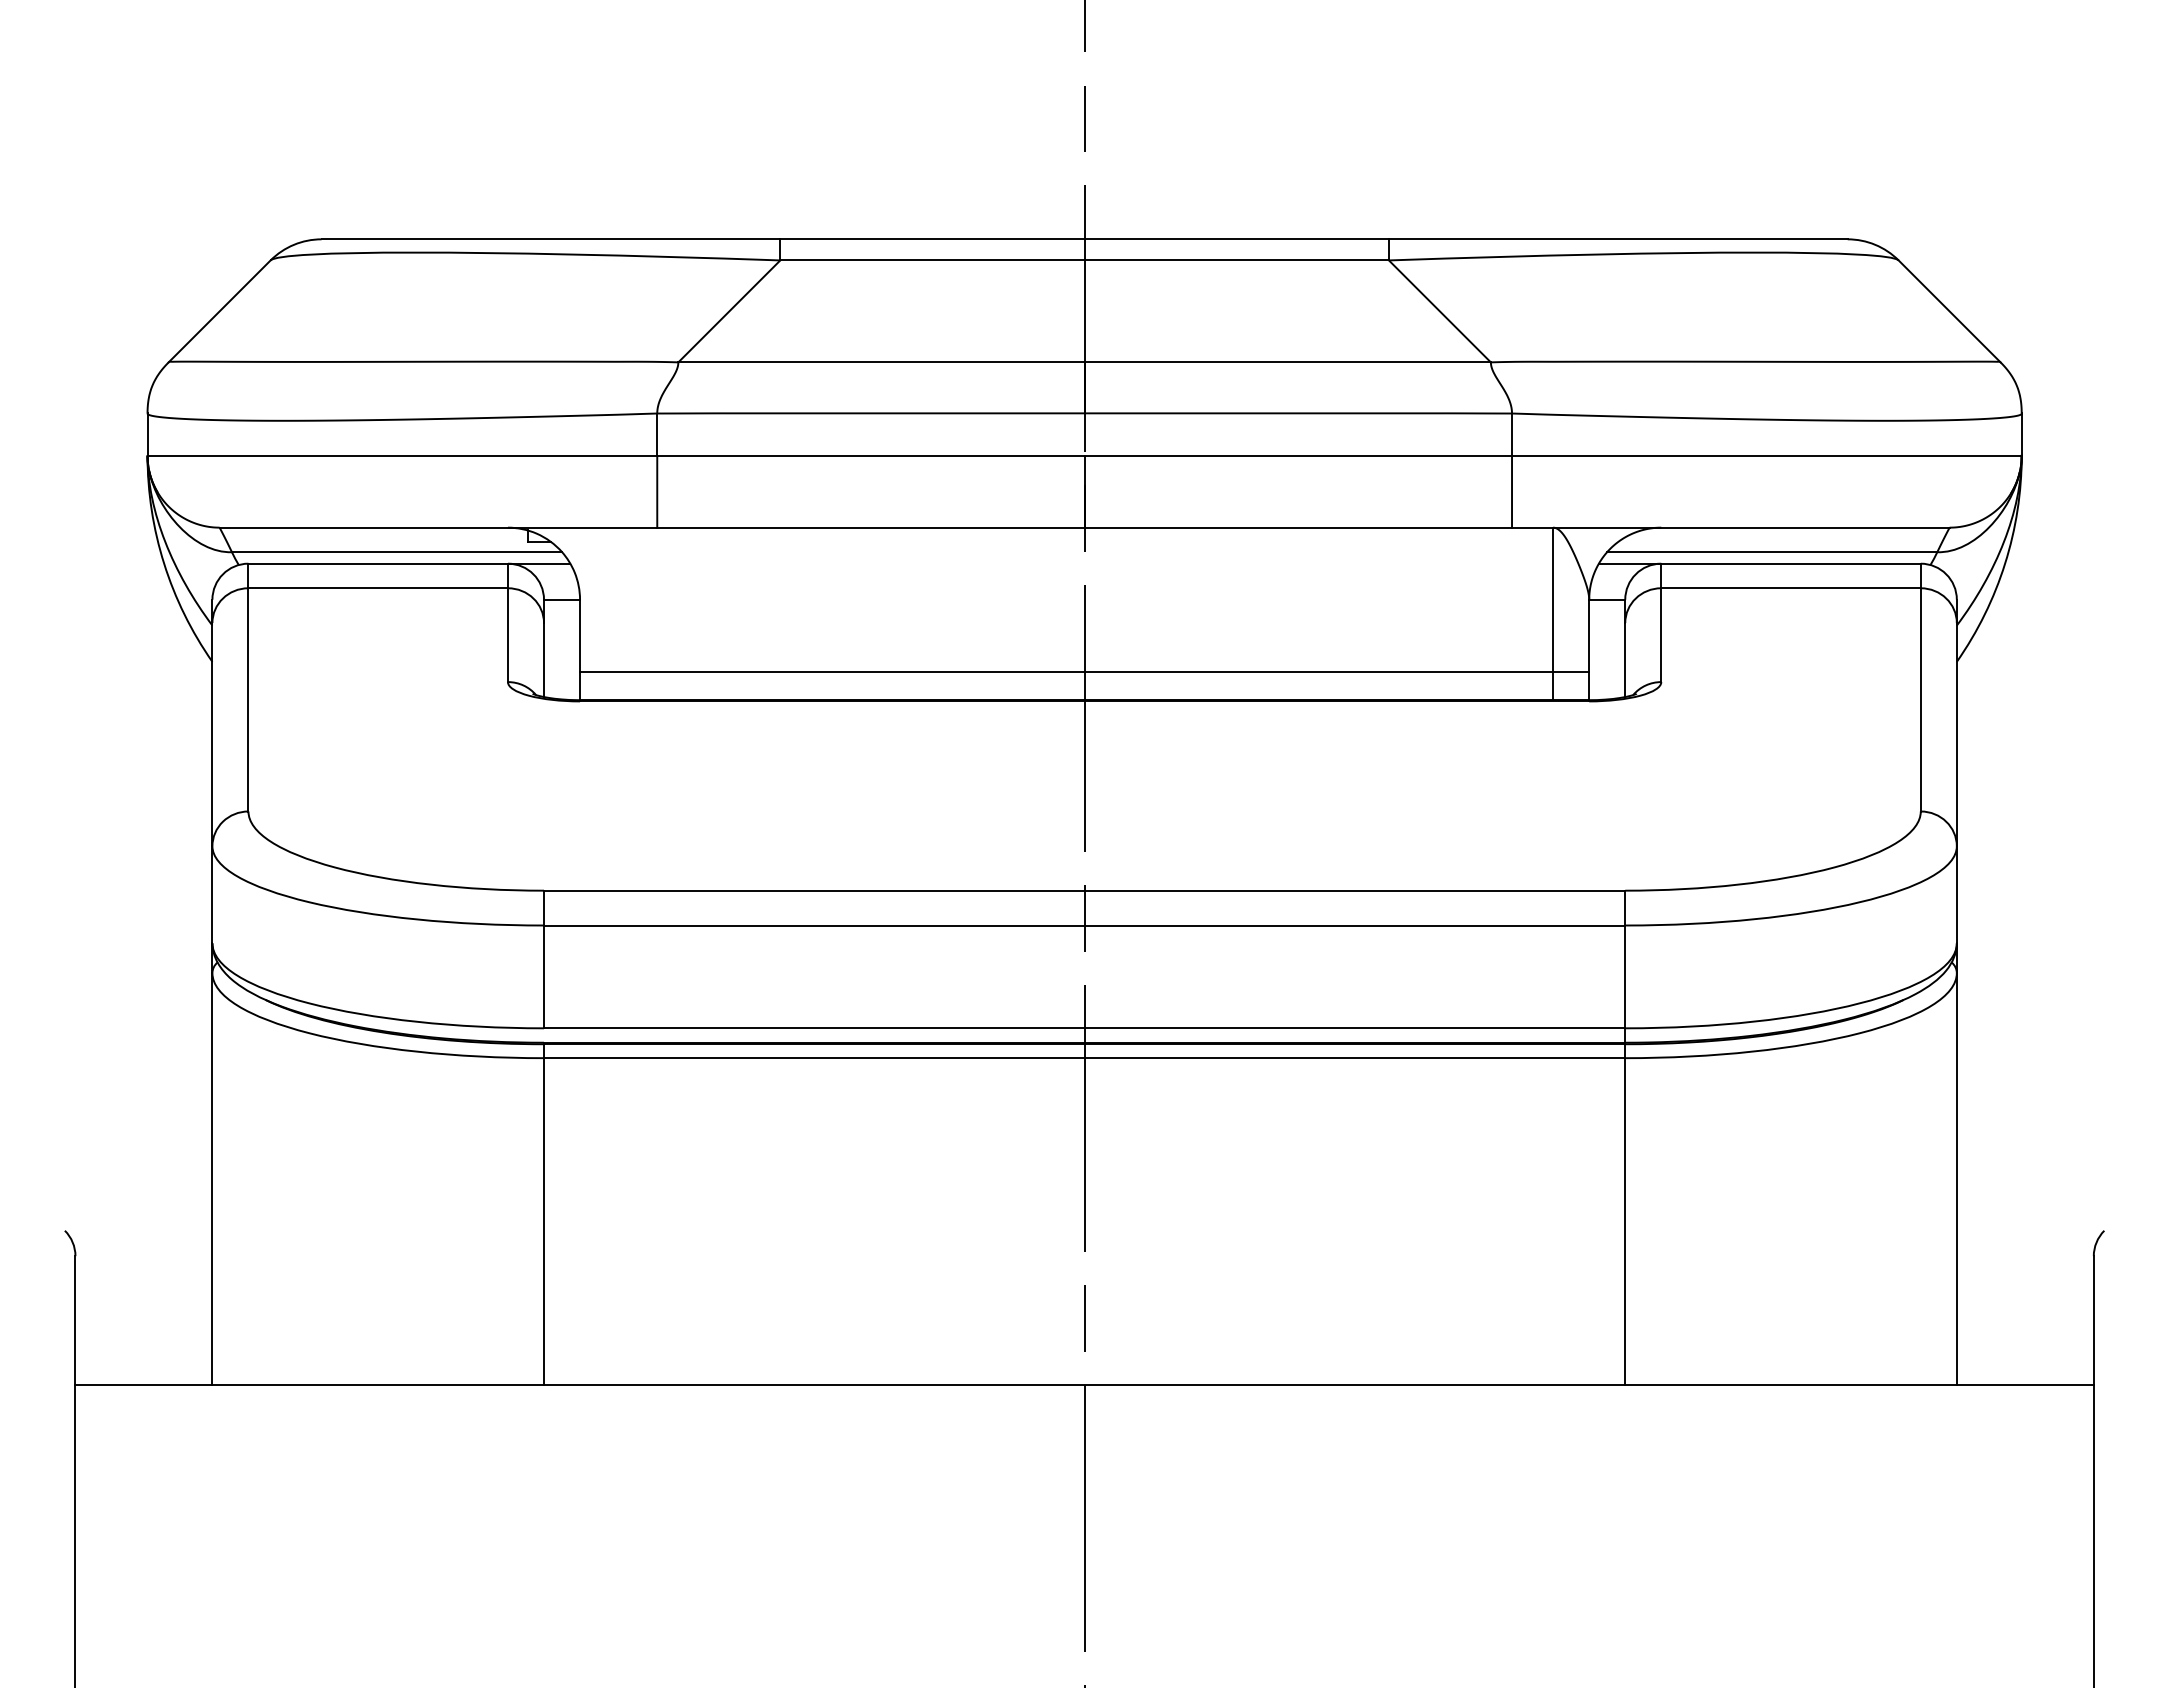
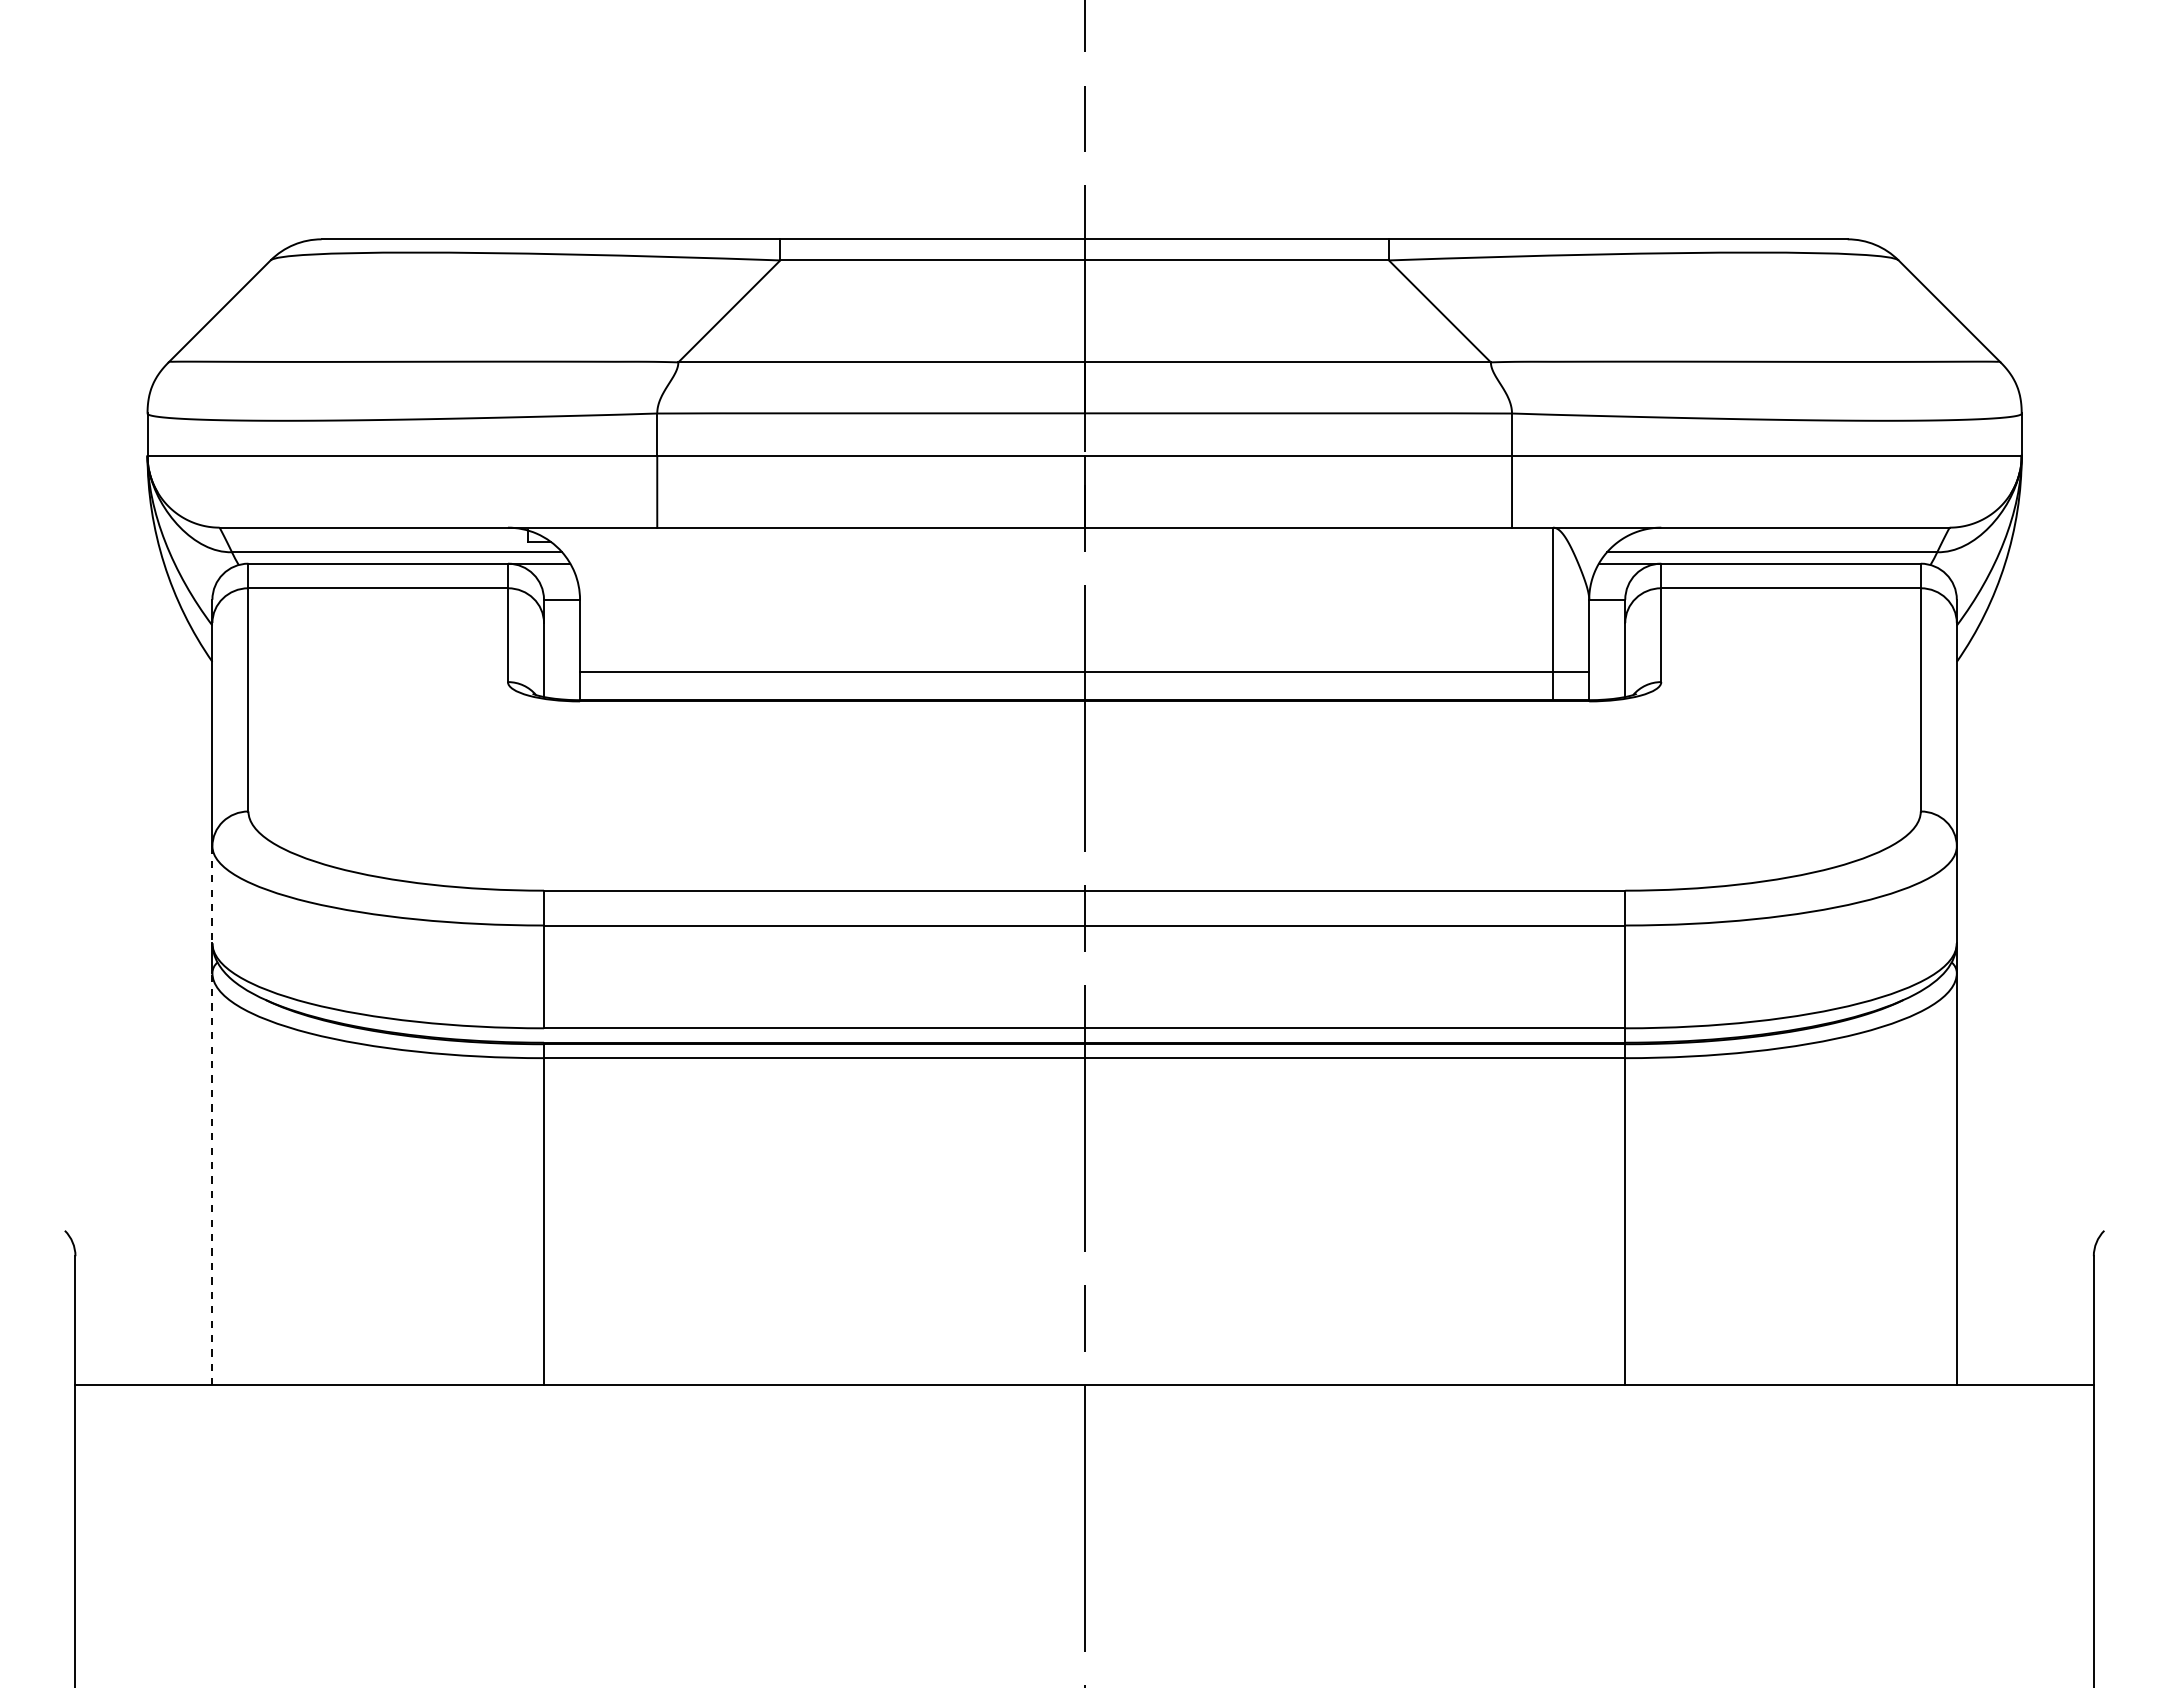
line at (212, 894): solid -> dashed
line at (212, 1178): solid -> dashed
